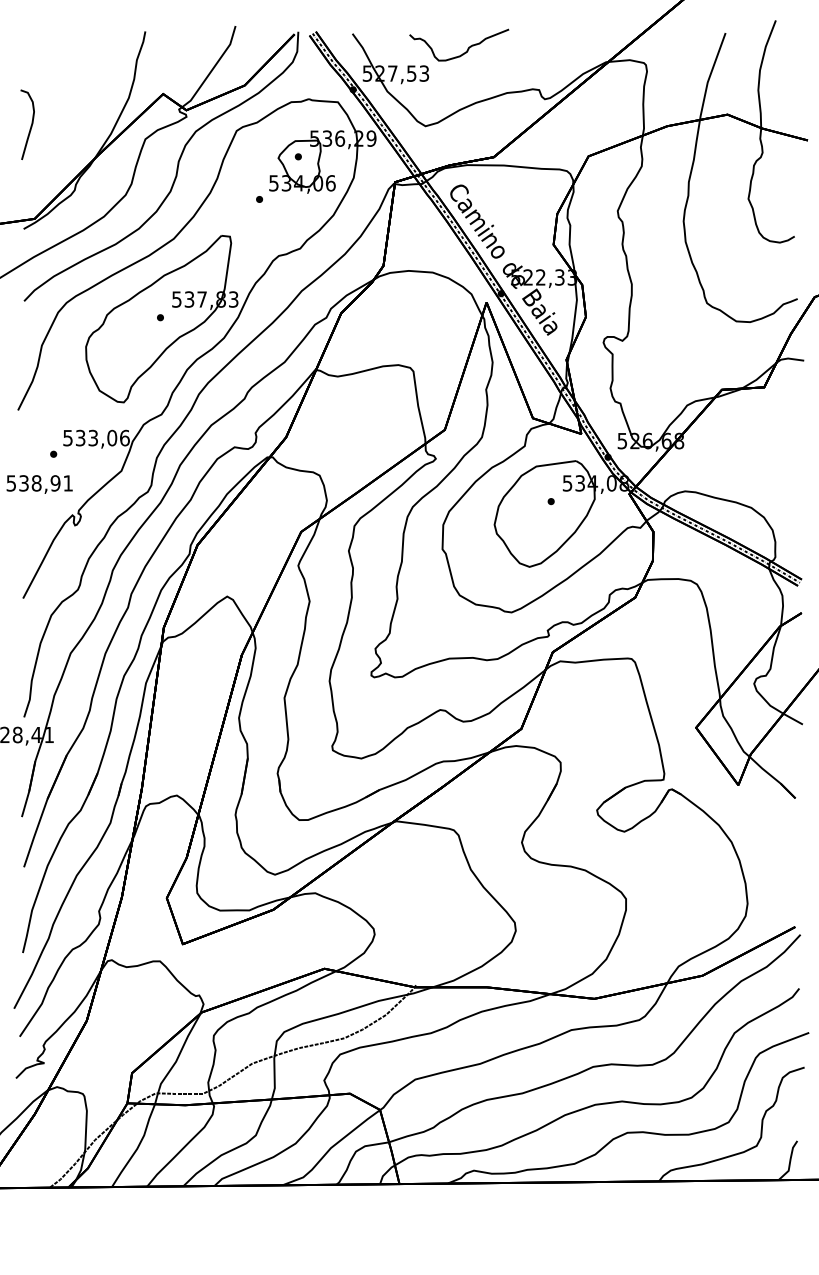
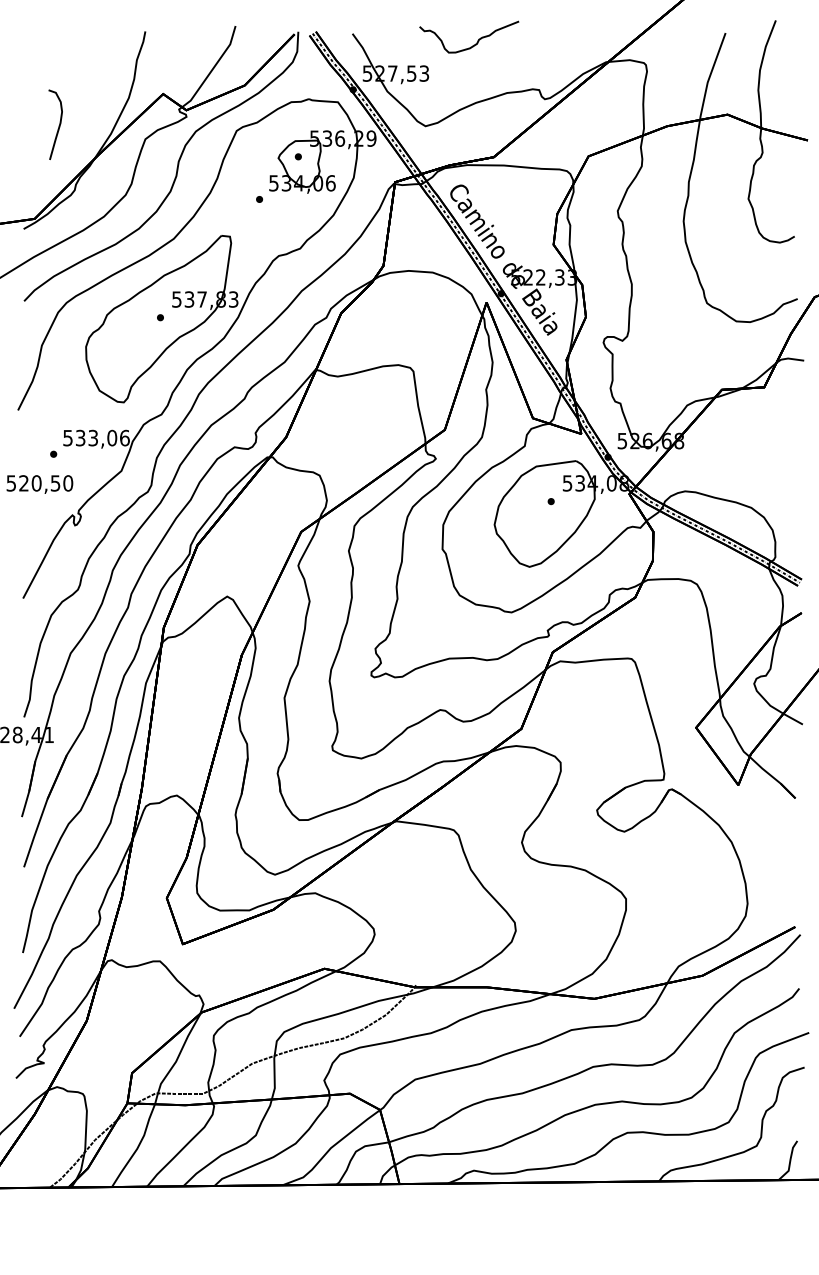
curve at (467, 48) position: (467, 48) -> (477, 40)
curve at (30, 125) position: (30, 125) -> (58, 125)
text at (46, 483): 538,91 -> 520,50
